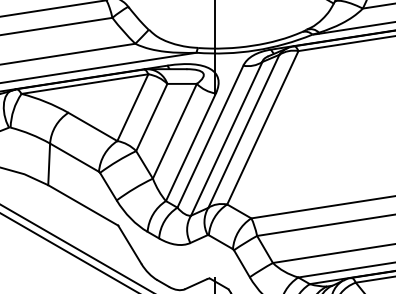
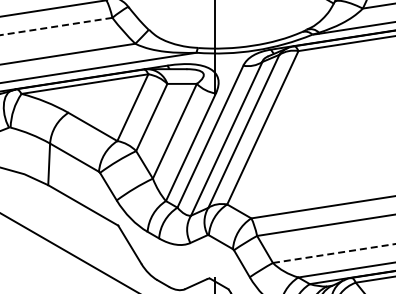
line at (56, 26): solid -> dashed
line at (75, 247): present -> none
line at (334, 253): solid -> dashed
